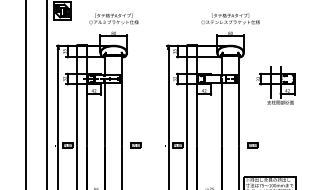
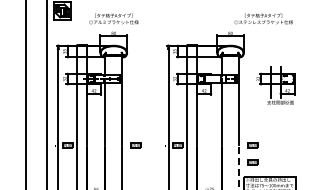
text at (230, 18) position: (230, 18) -> (263, 18)
part at (252, 162): none -> present
line at (238, 168): solid -> dashed
